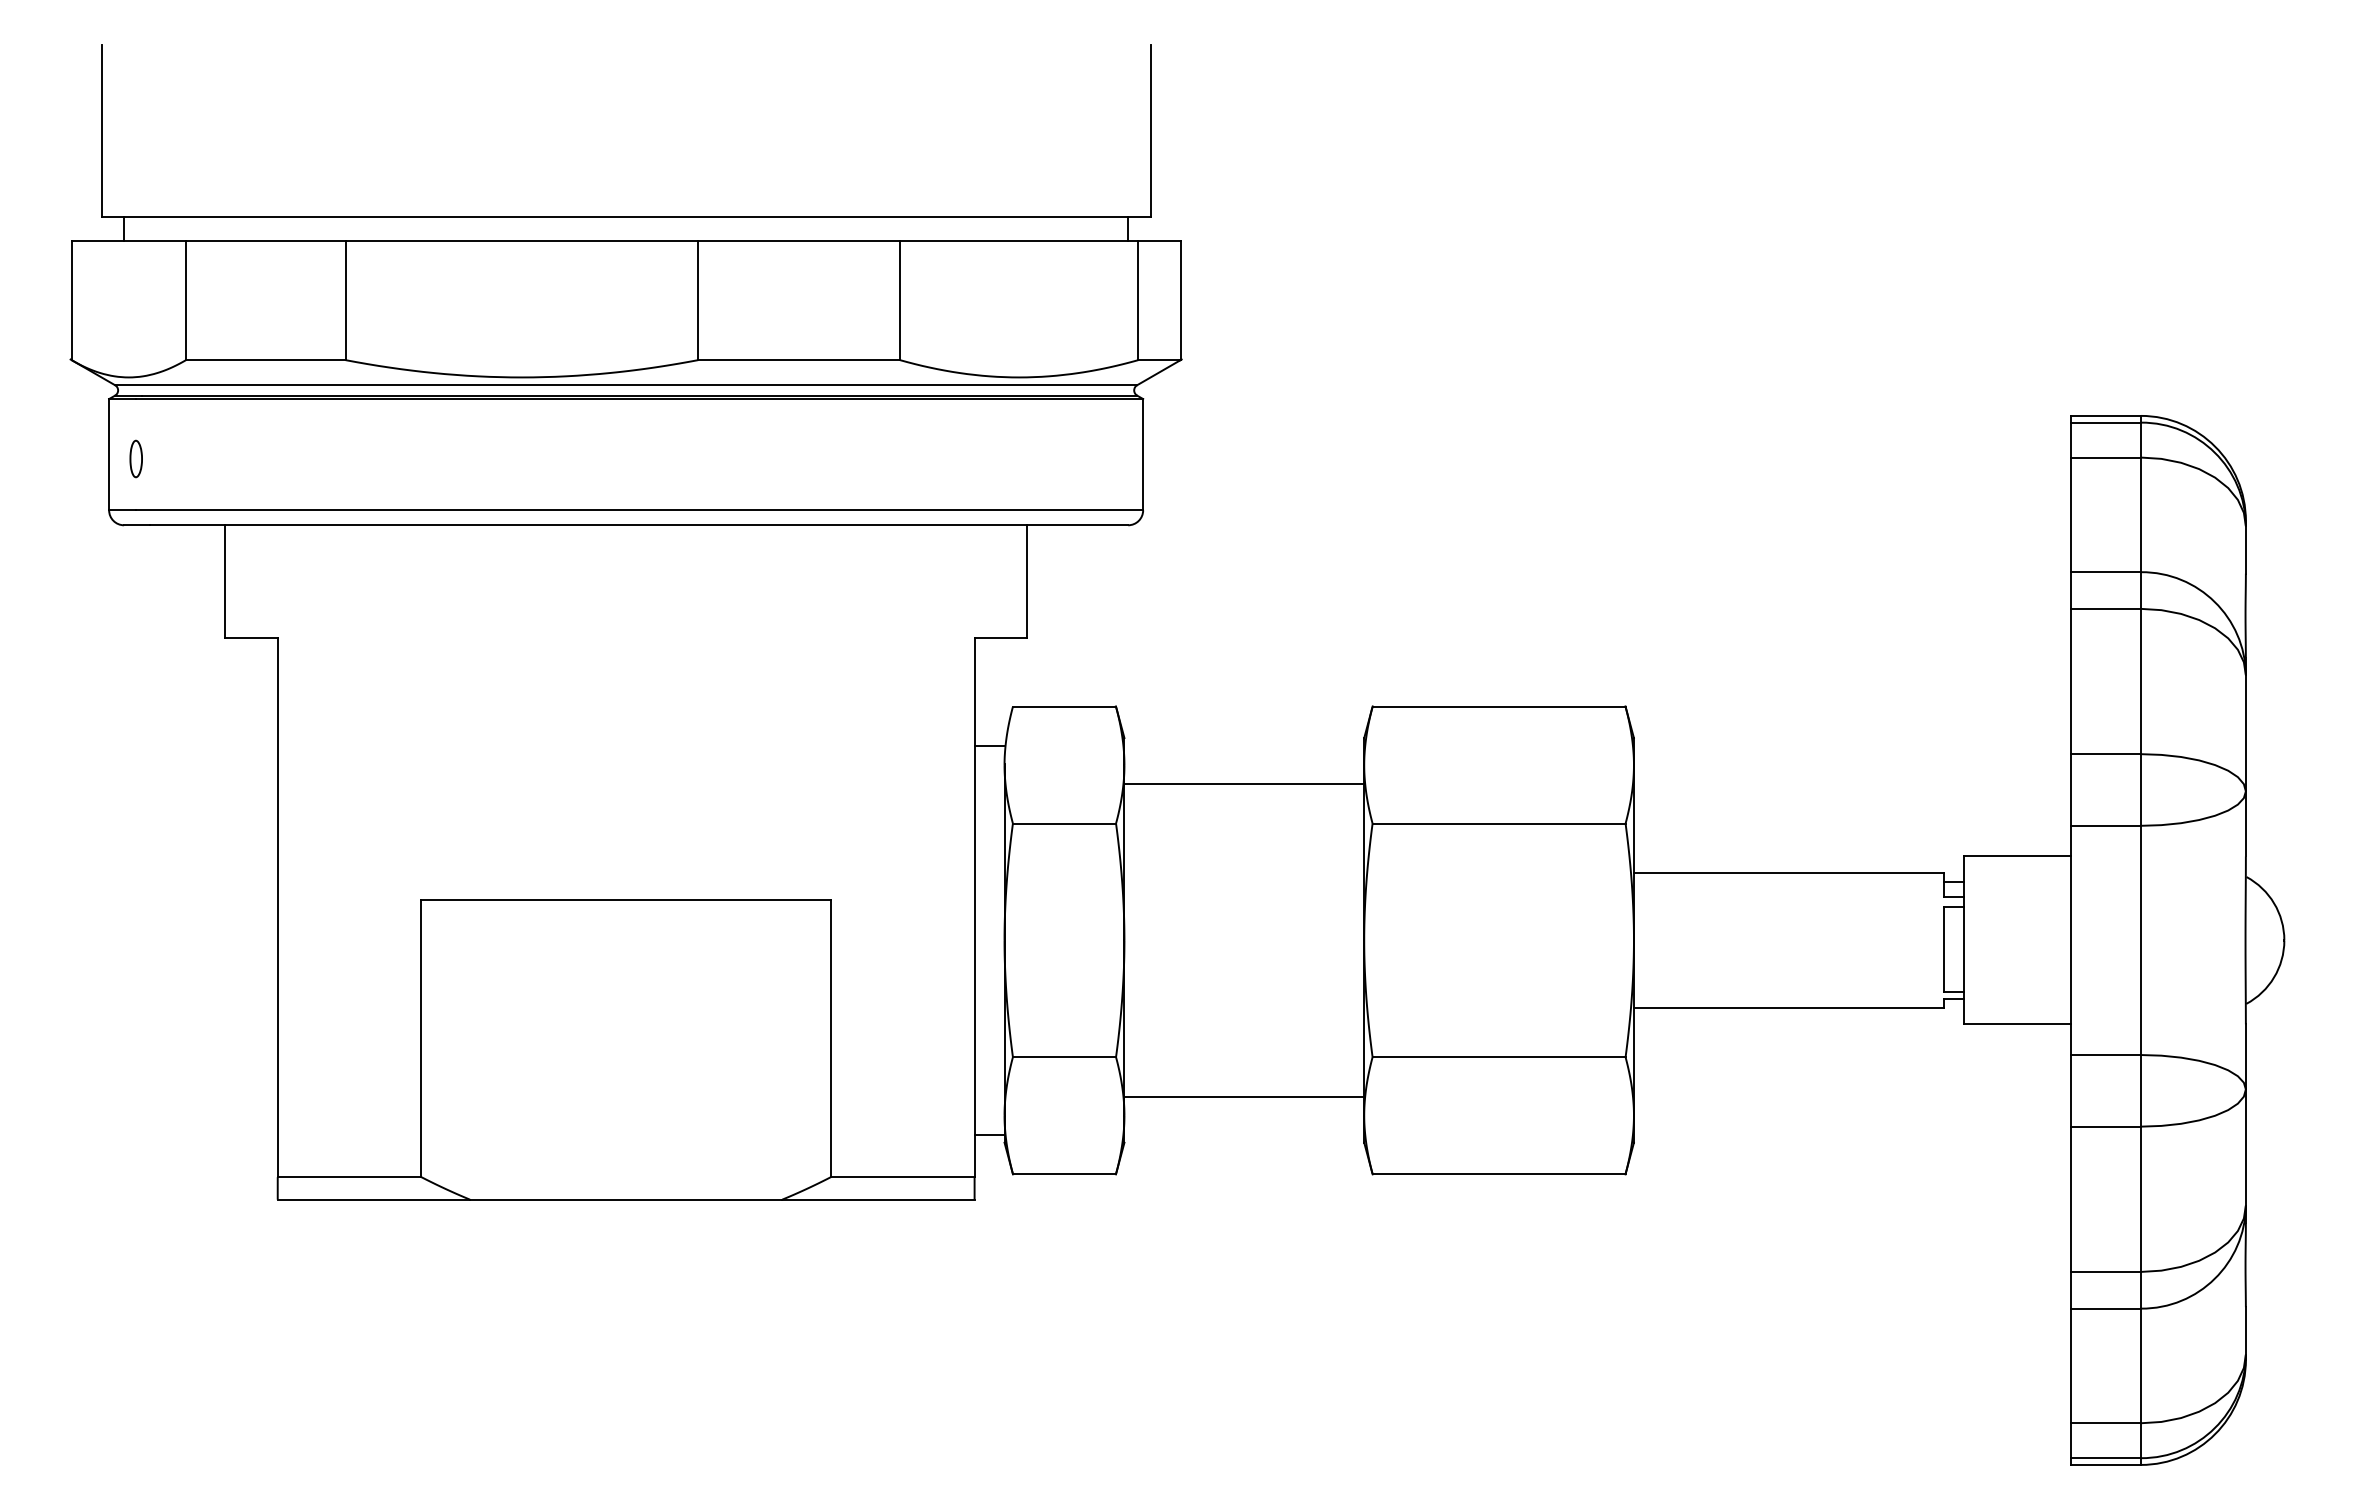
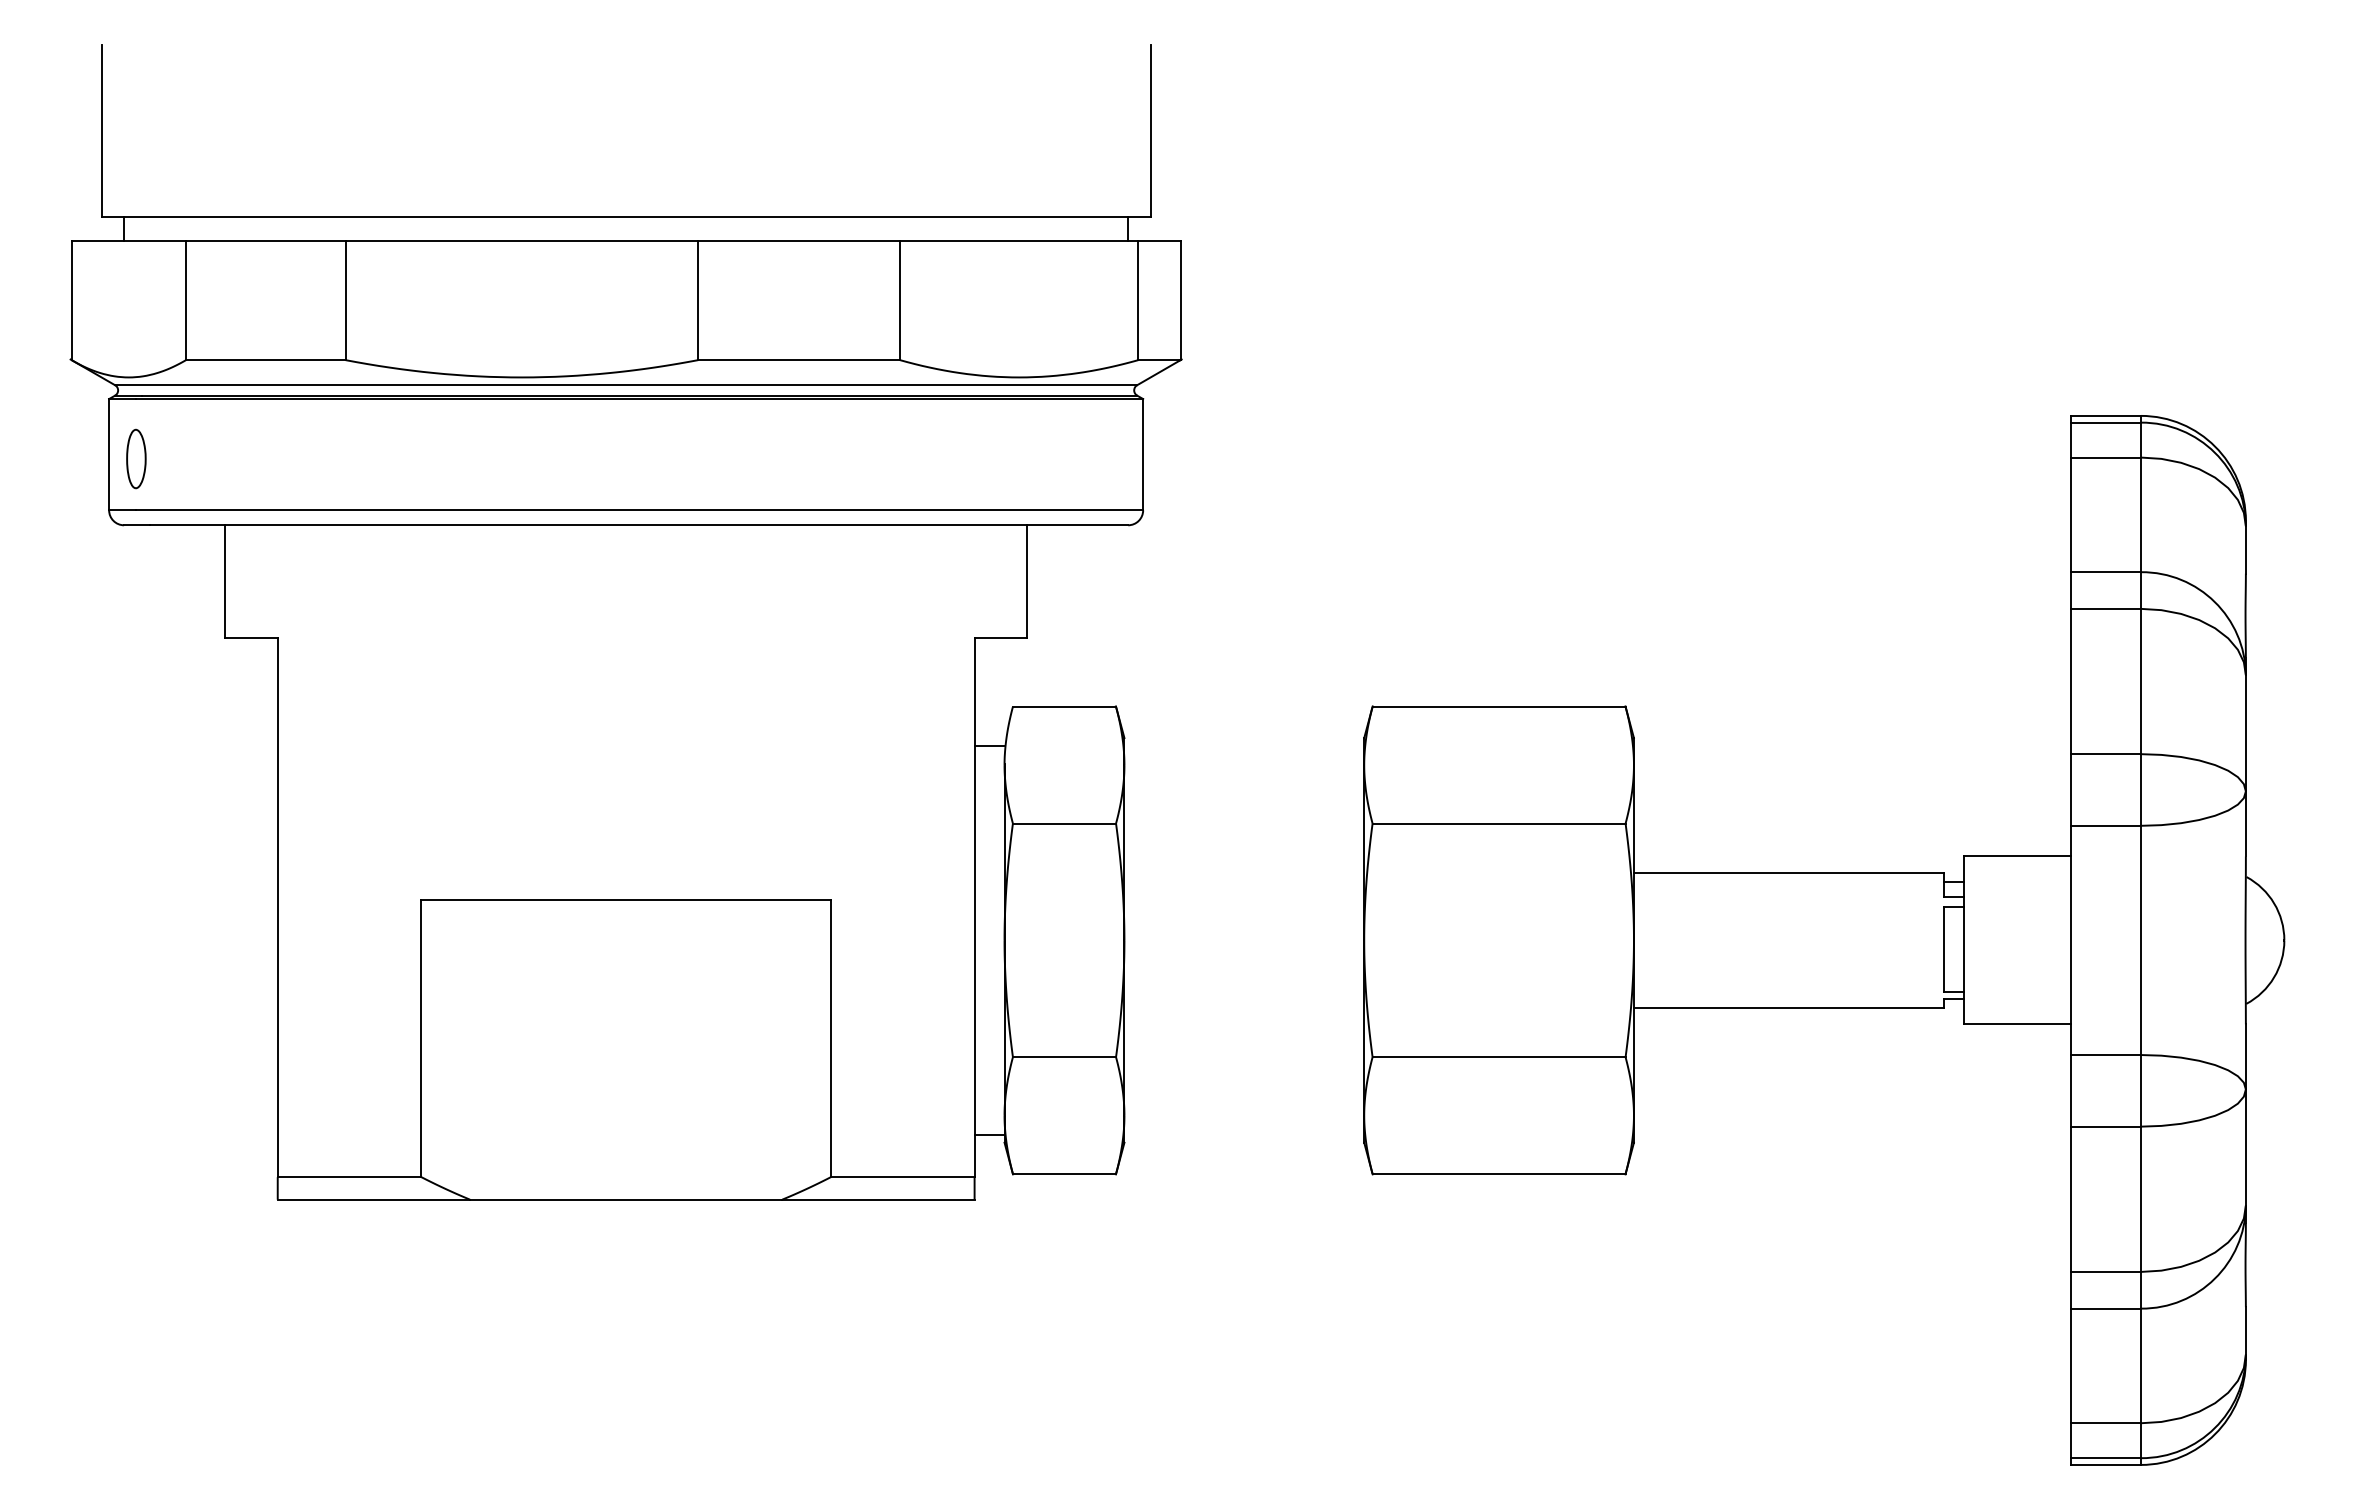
part at (135, 458) size: 14x40 px -> 21x62 px
line at (1244, 784): present -> none
line at (1244, 1096): present -> none
